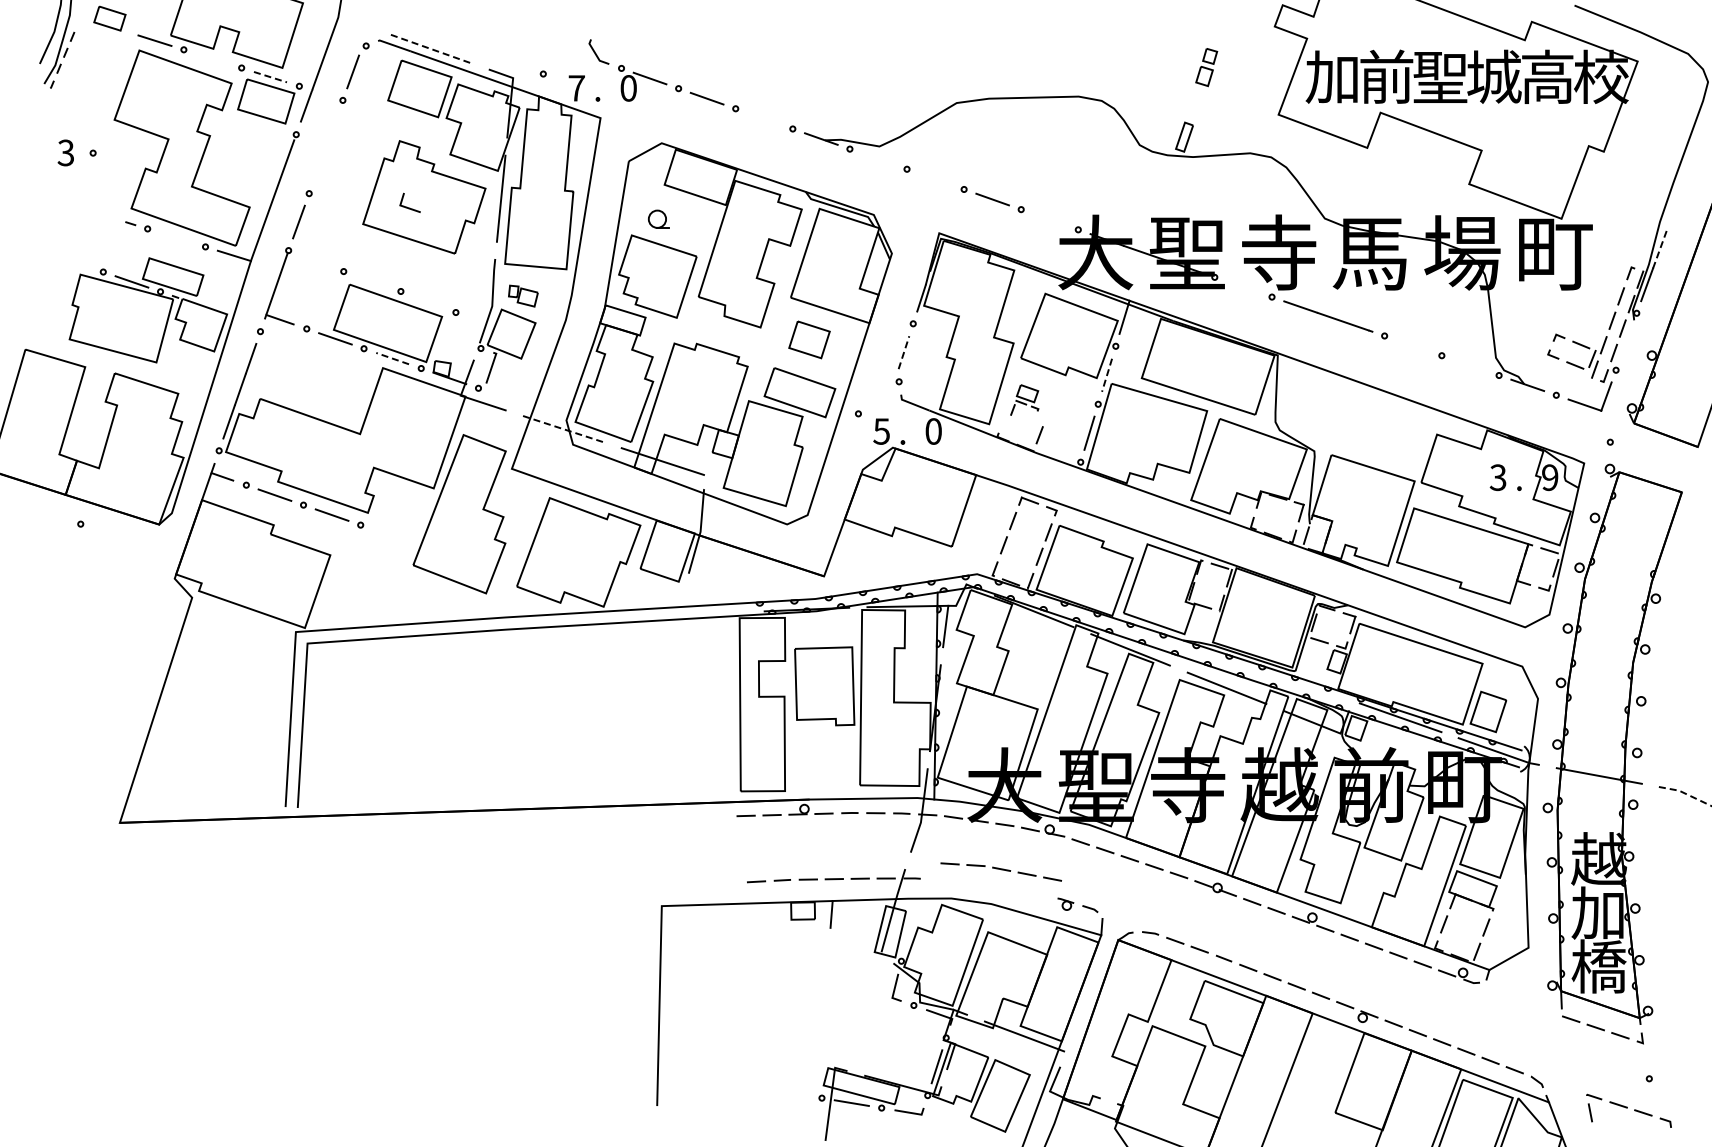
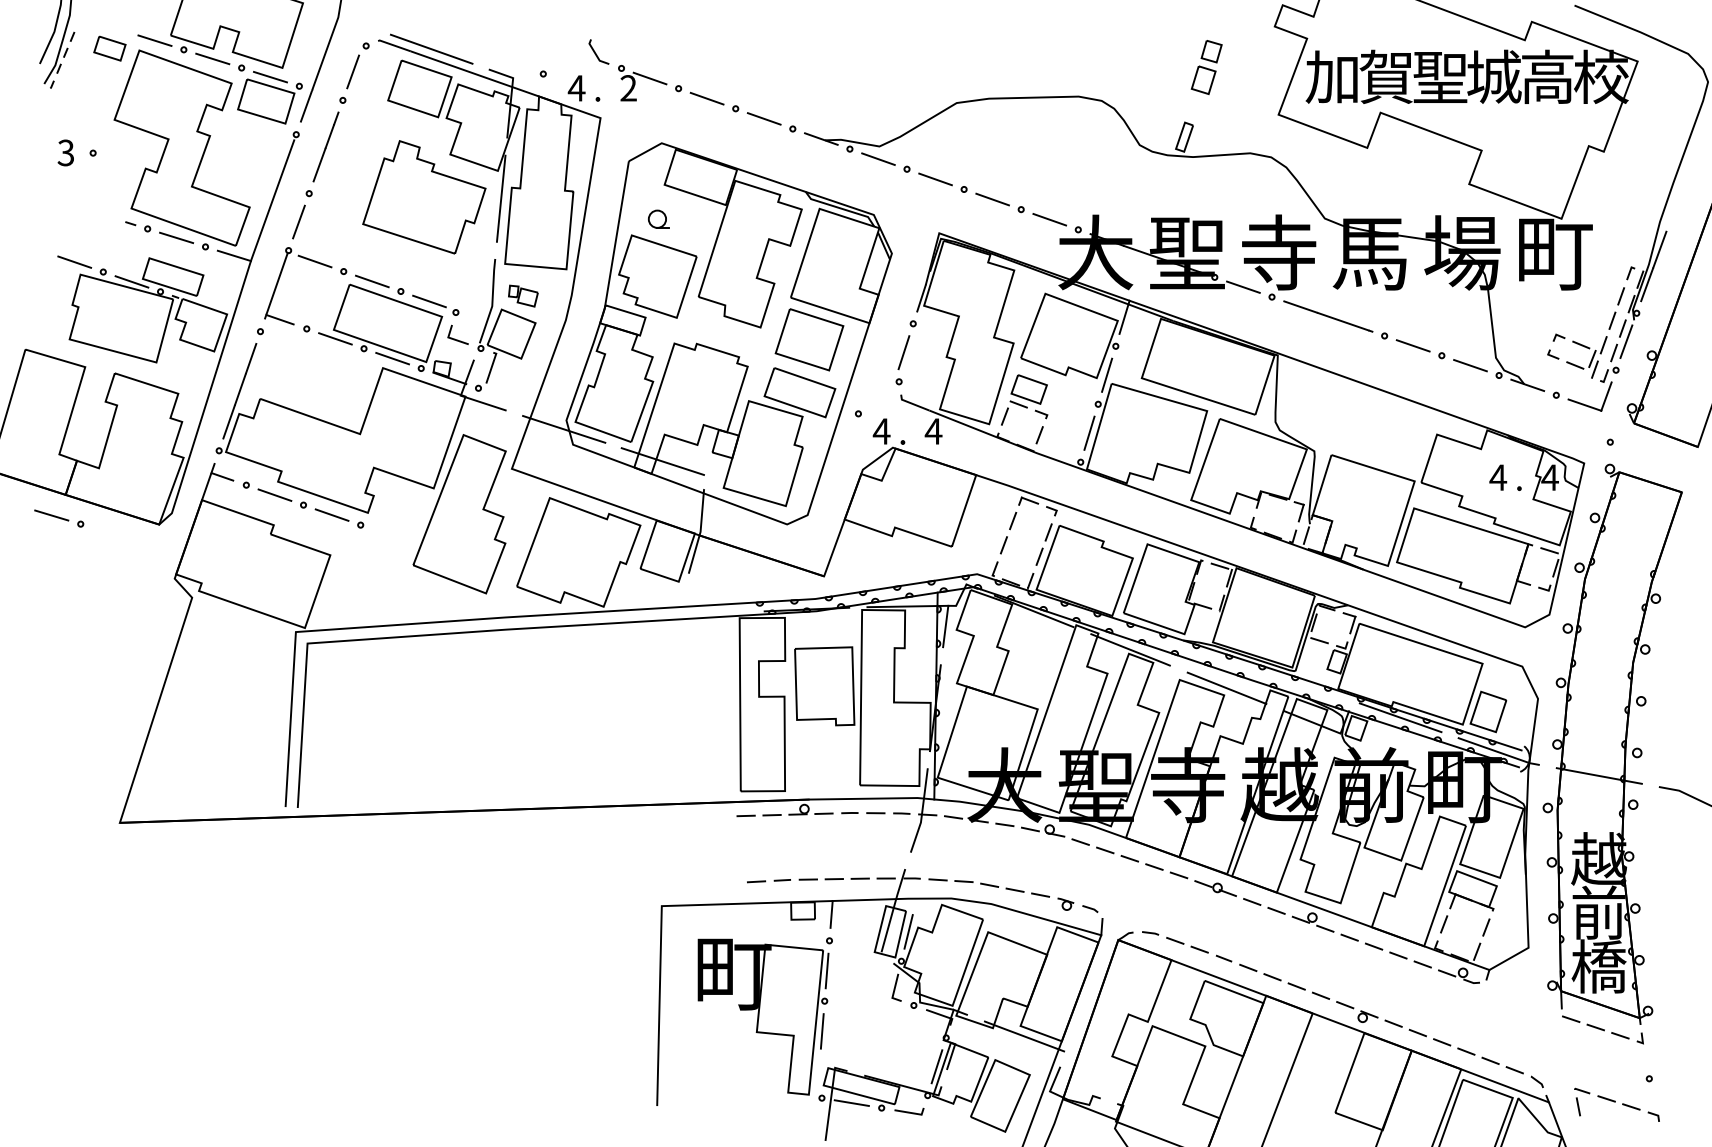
part at (109, 18) position: (109, 18) -> (109, 48)
line at (432, 49): dashed -> solid
line at (212, 58): none -> present
part at (1206, 67) size: 24x40 px -> 33x55 px
text at (1386, 76): 前 -> 賀
line at (270, 77): dashed -> solid
text at (576, 88): 7 -> 4
text at (628, 88): 0 -> 2
line at (763, 118): none -> present
line at (325, 146): none -> present
line at (878, 158): none -> present
line at (935, 179): none -> present
line at (407, 206) position: (407, 206) -> (455, 338)
line at (1049, 219): none -> present
line at (176, 237): none -> present
line at (1660, 249): dashed -> solid
line at (74, 261): none -> present
line at (314, 261): none -> present
line at (372, 281): none -> present
line at (1243, 286): none -> present
line at (429, 301): none -> present
part at (809, 339) size: 43x40 px -> 71x64 px
line at (1626, 341): none -> present
line at (1412, 345): none -> present
line at (904, 352): dashed -> solid
line at (392, 358): dashed -> solid
line at (1470, 365): none -> present
line at (1106, 375): dashed -> solid
part at (1024, 399) size: 30x32 px -> 48x52 px
line at (564, 429): dashed -> solid
text at (881, 431): 5 -> 4
text at (933, 431): 0 -> 4
text at (1498, 477): 3 -> 4
text at (1549, 477): 9 -> 4
line at (51, 515): none -> present
line at (1685, 793): dashed -> solid
part at (1000, 871) position: (1000, 871) -> (988, 887)
text at (1598, 912): 加 -> 前
line at (908, 931): none -> present
part at (764, 1016): none -> present
part at (1628, 1110) position: (1628, 1110) -> (1616, 1104)
